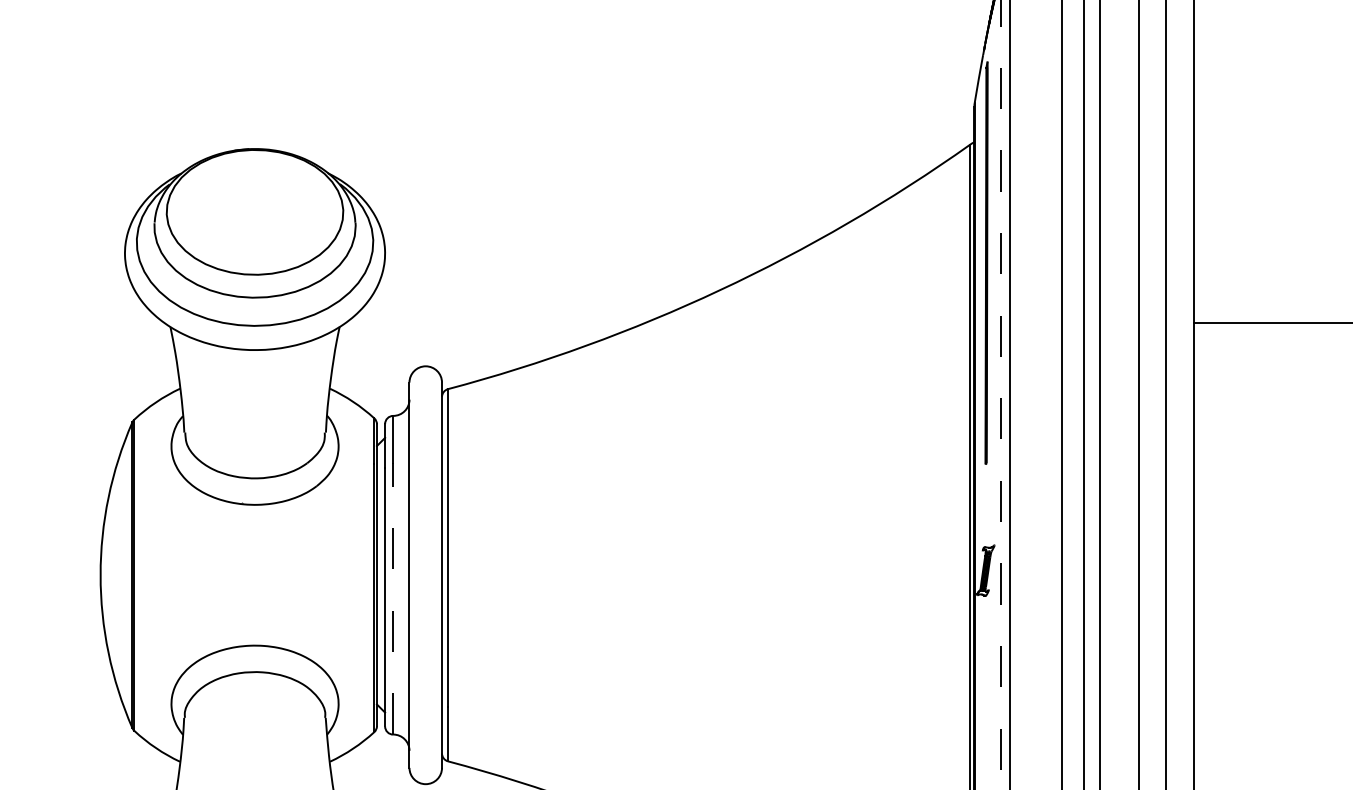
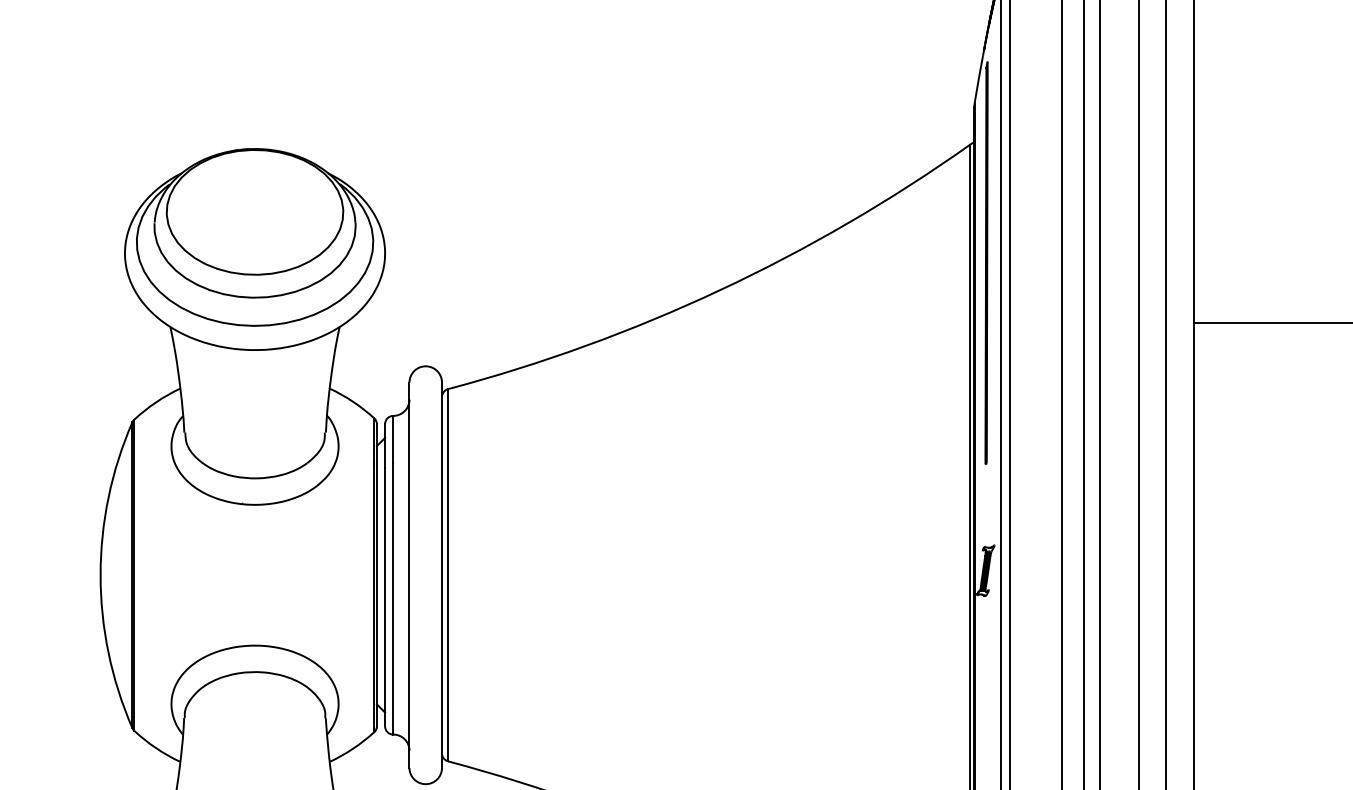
line at (1000, 394): dashed -> solid
line at (393, 598): dashed -> solid
